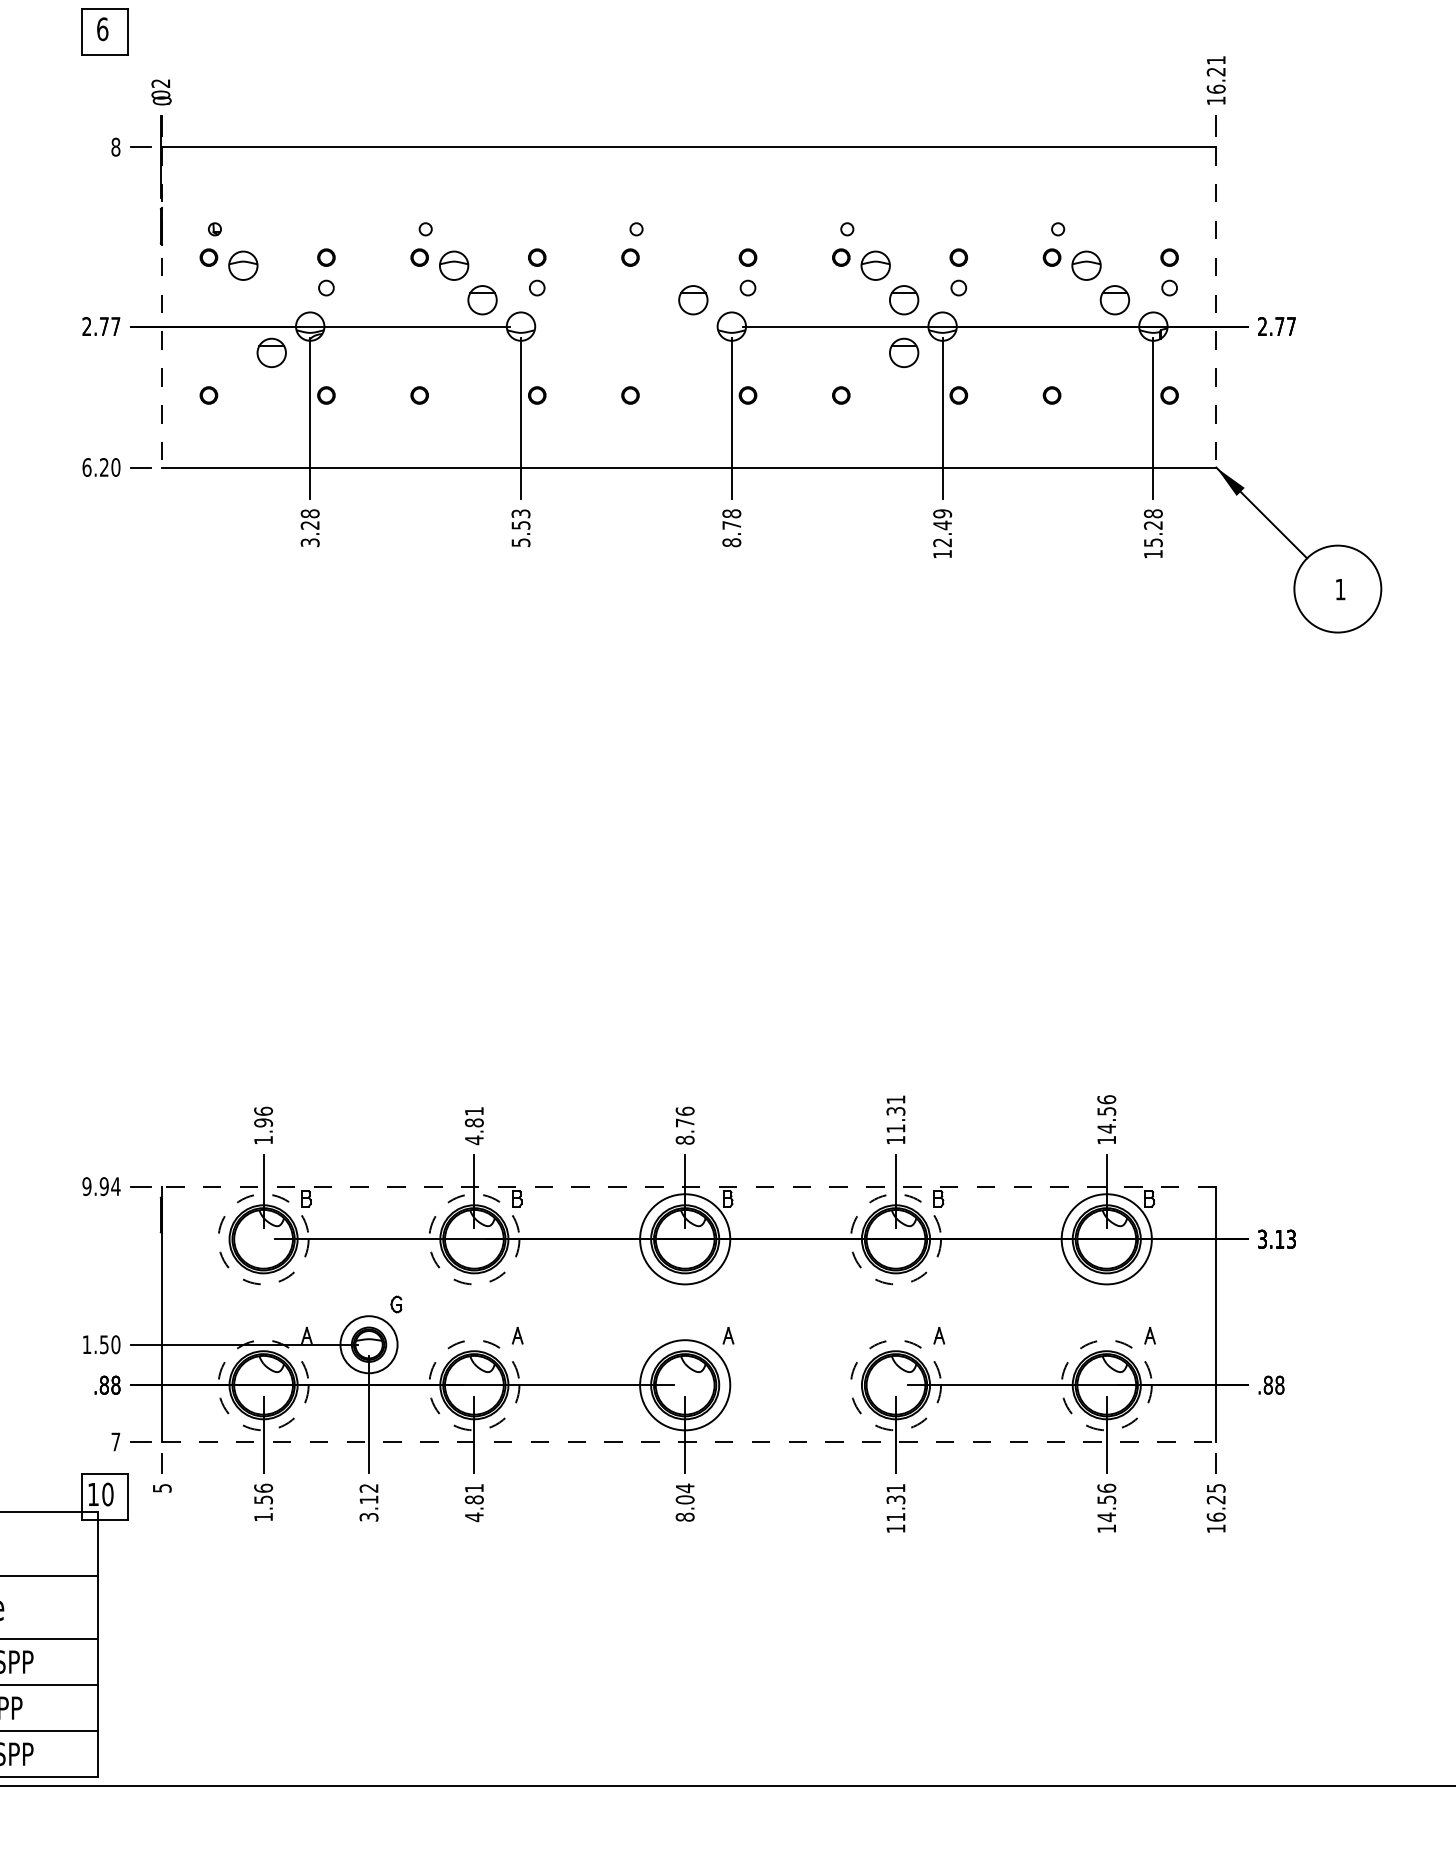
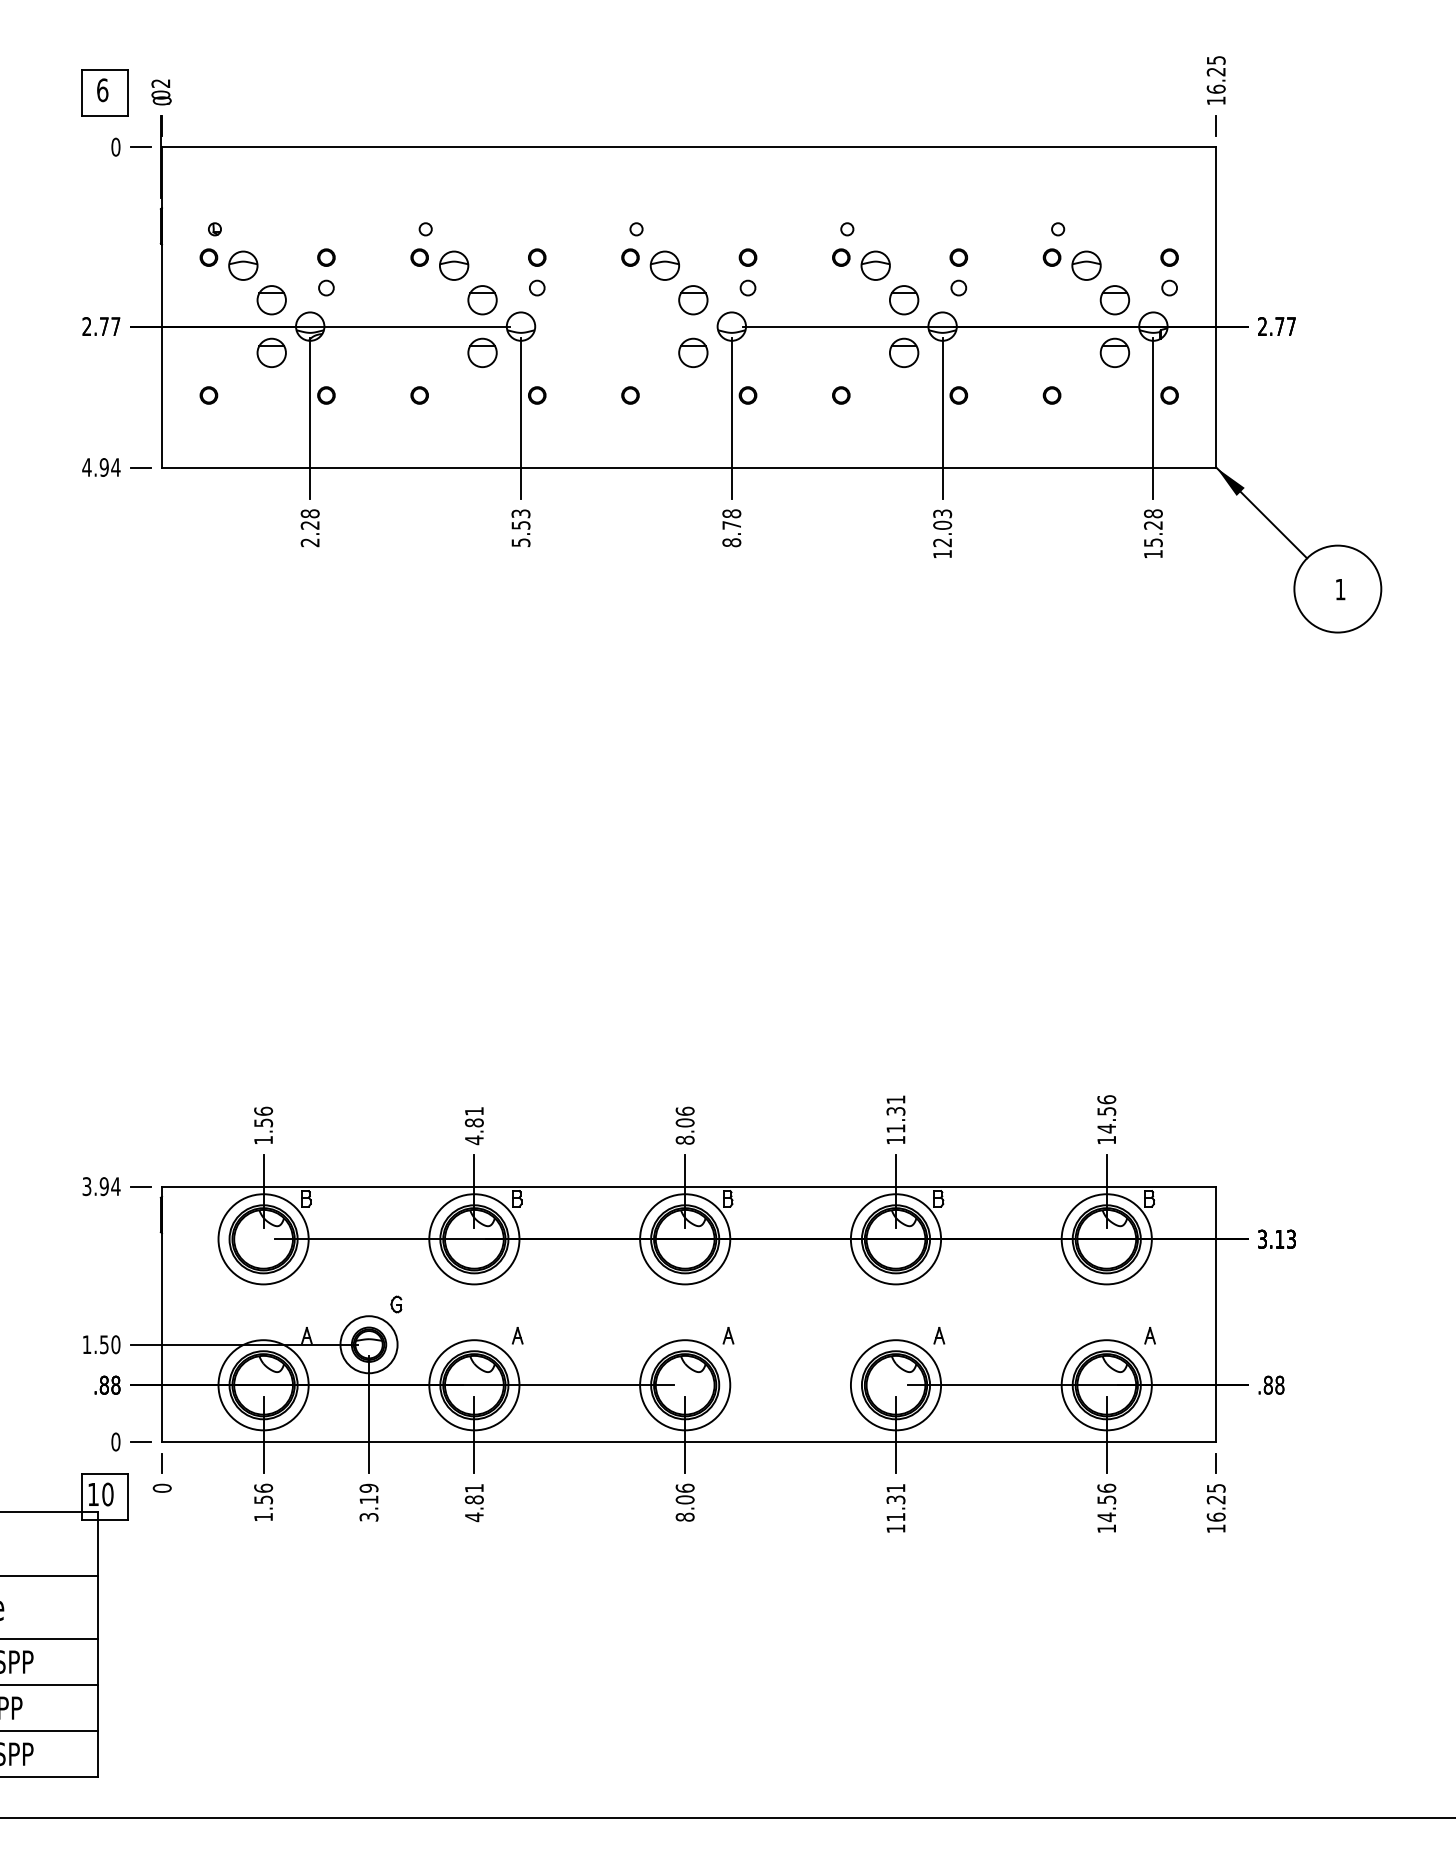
part at (104, 31) position: (104, 31) -> (104, 92)
text at (1216, 60): 16.21 -> 16.25
text at (115, 147): 8 -> 0
part at (664, 265): none -> present
part at (271, 300): none -> present
line at (162, 307): dashed -> solid
line at (1216, 307): dashed -> solid
part at (482, 352): none -> present
part at (693, 352): none -> present
part at (1114, 352): none -> present
text at (101, 467): 6.20 -> 4.94
text at (942, 519): 12.49 -> 12.03
text at (310, 542): 3.28 -> 2.28
text at (263, 1122): 1.96 -> 1.56
text at (684, 1122): 8.76 -> 8.06
text at (86, 1186): 9.94 -> 3.94
line at (689, 1186): dashed -> solid
circle at (263, 1239): dashed -> solid
circle at (474, 1239): dashed -> solid
circle at (895, 1239): dashed -> solid
circle at (263, 1385): dashed -> solid
circle at (474, 1385): dashed -> solid
circle at (895, 1385): dashed -> solid
circle at (1106, 1385): dashed -> solid
text at (115, 1441): 7 -> 0
line at (689, 1442): dashed -> solid
text at (161, 1487): 5 -> 0
text at (368, 1487): 3.12 -> 3.19
text at (684, 1488): 8.04 -> 8.06
line at (727, 1785) position: (727, 1785) -> (727, 1817)
